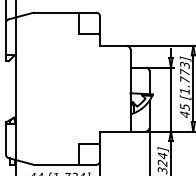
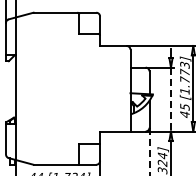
line at (170, 99): solid -> dashed
line at (149, 151): solid -> dashed
